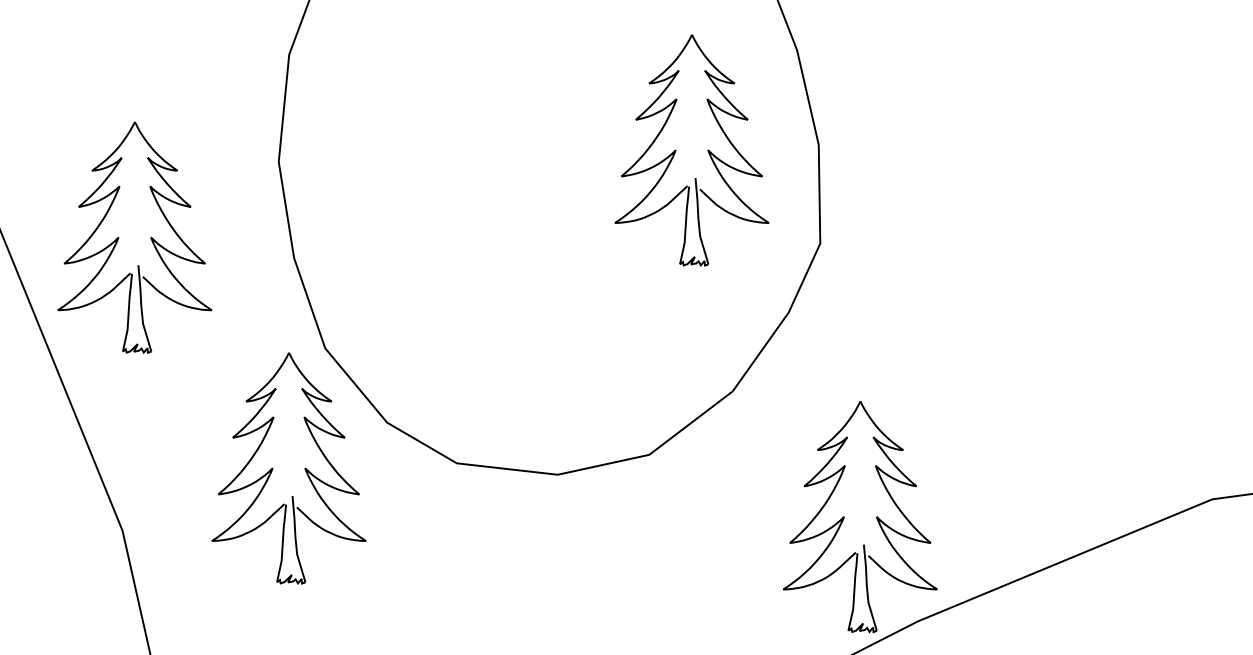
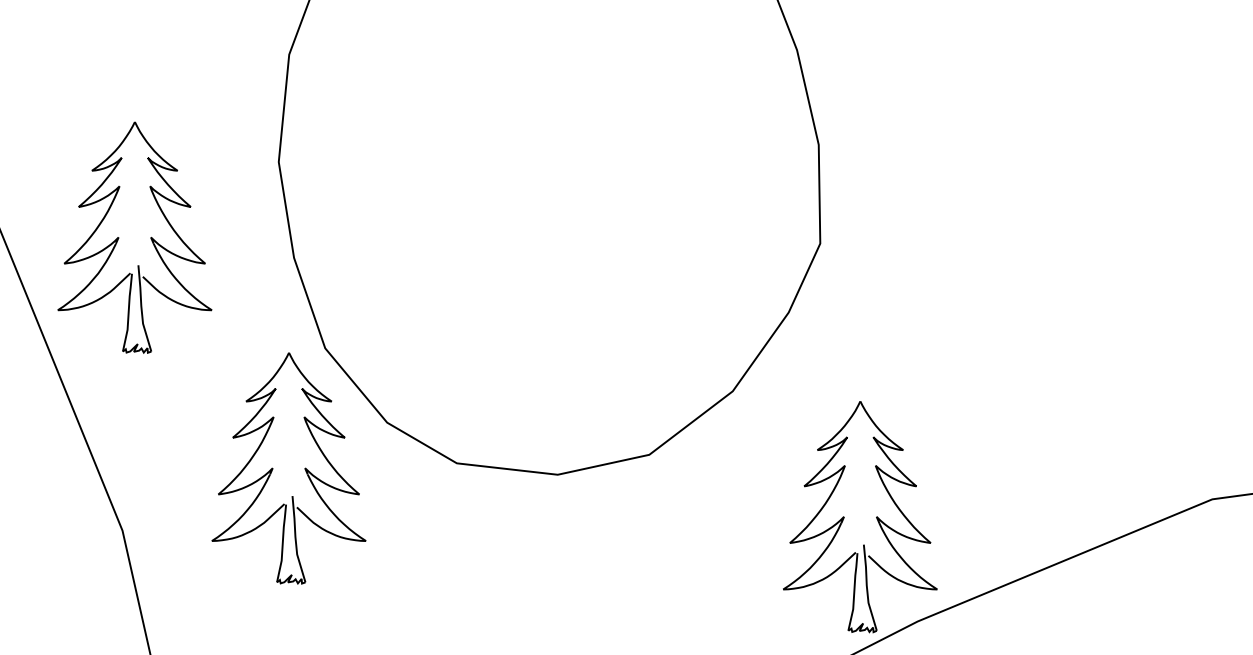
part at (676, 150): present -> none
